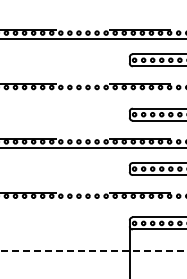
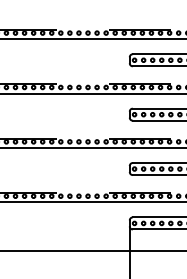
line at (92, 93): none -> present
line at (92, 202): none -> present
line at (94, 250): dashed -> solid
